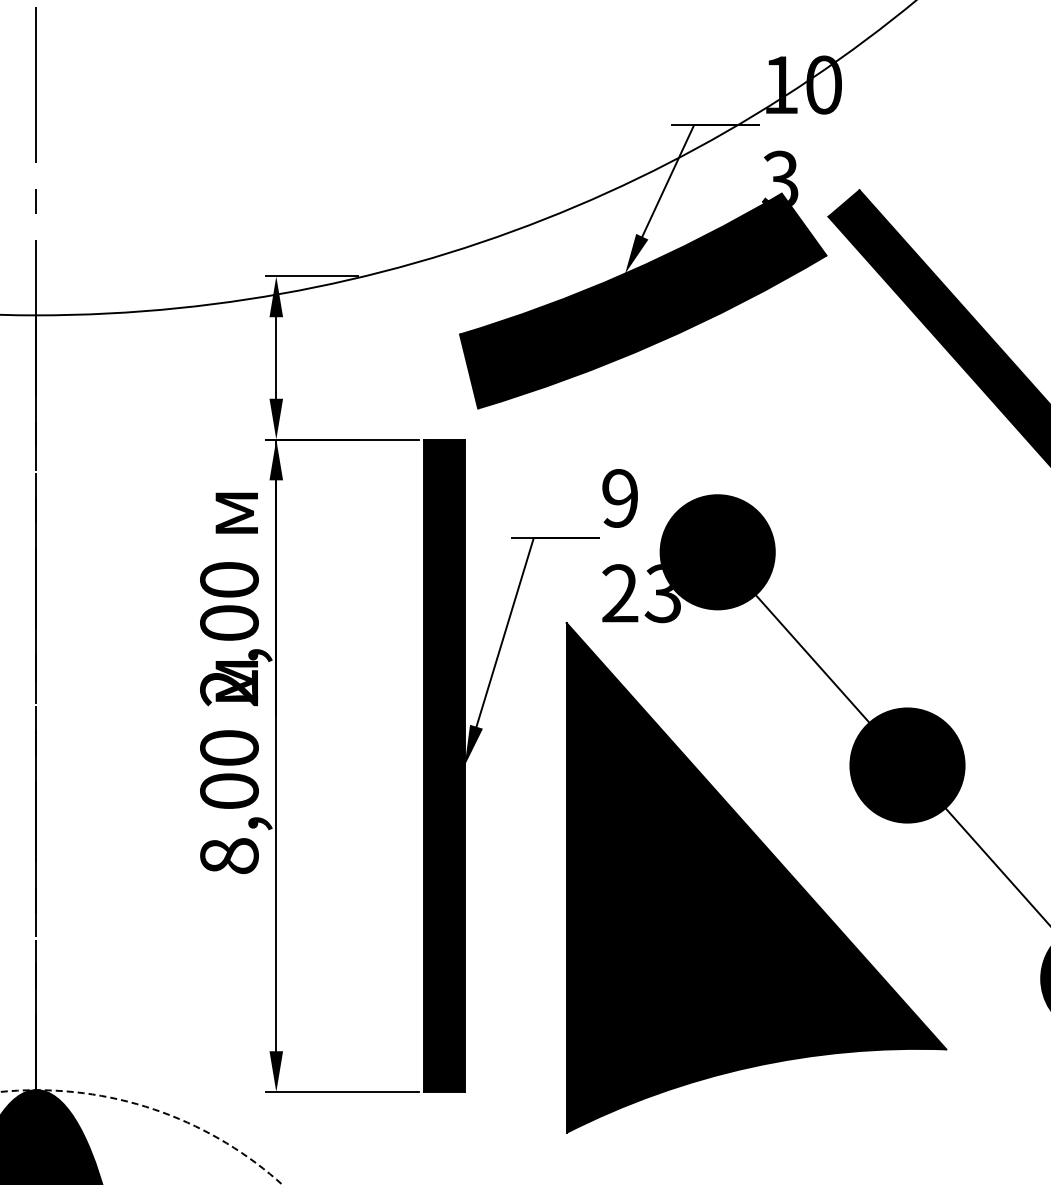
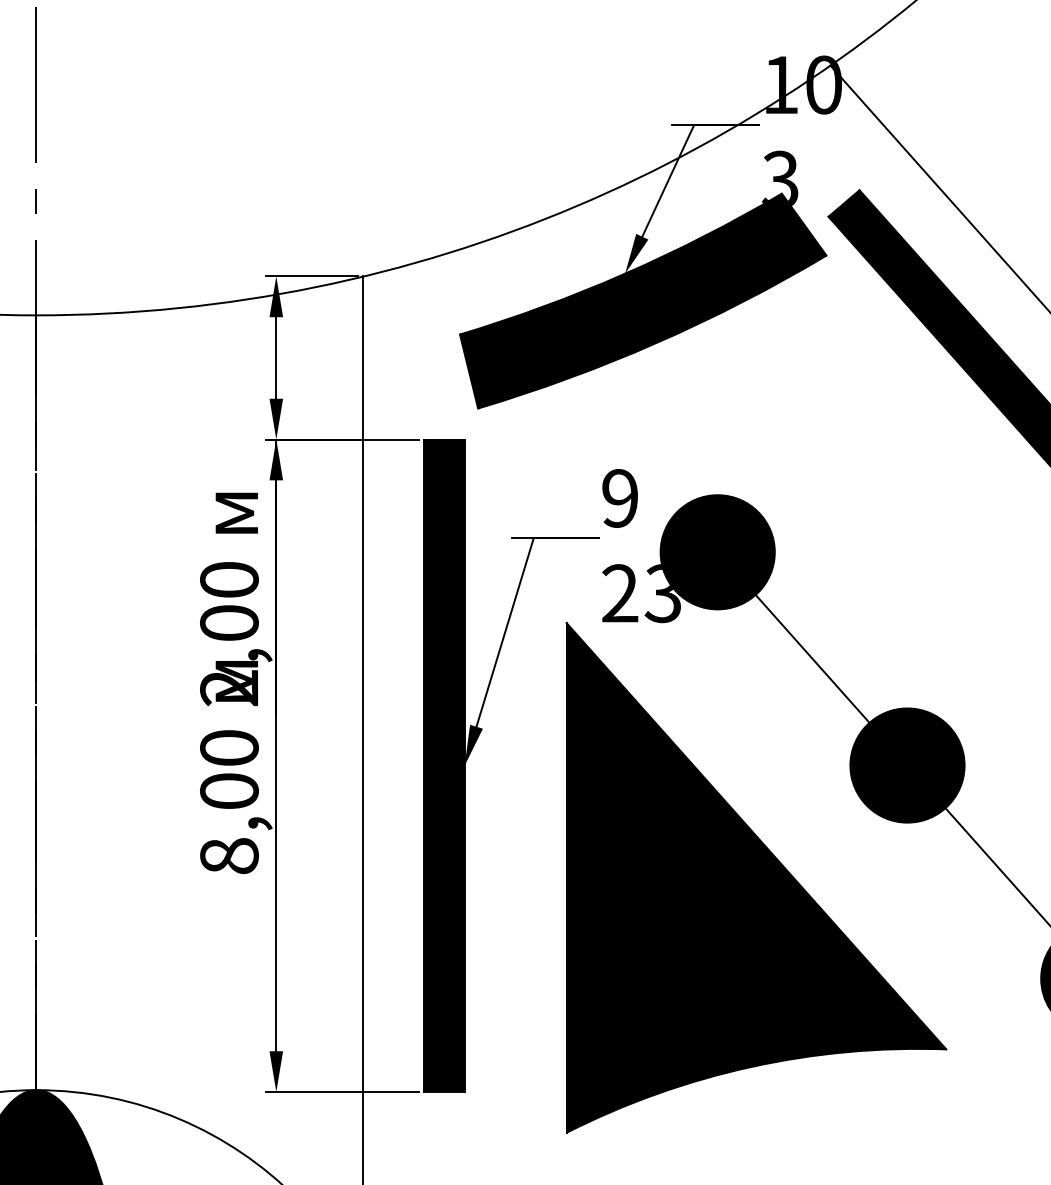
line at (938, 187): none -> present
line at (362, 728): none -> present
circle at (141, 1137): dashed -> solid
